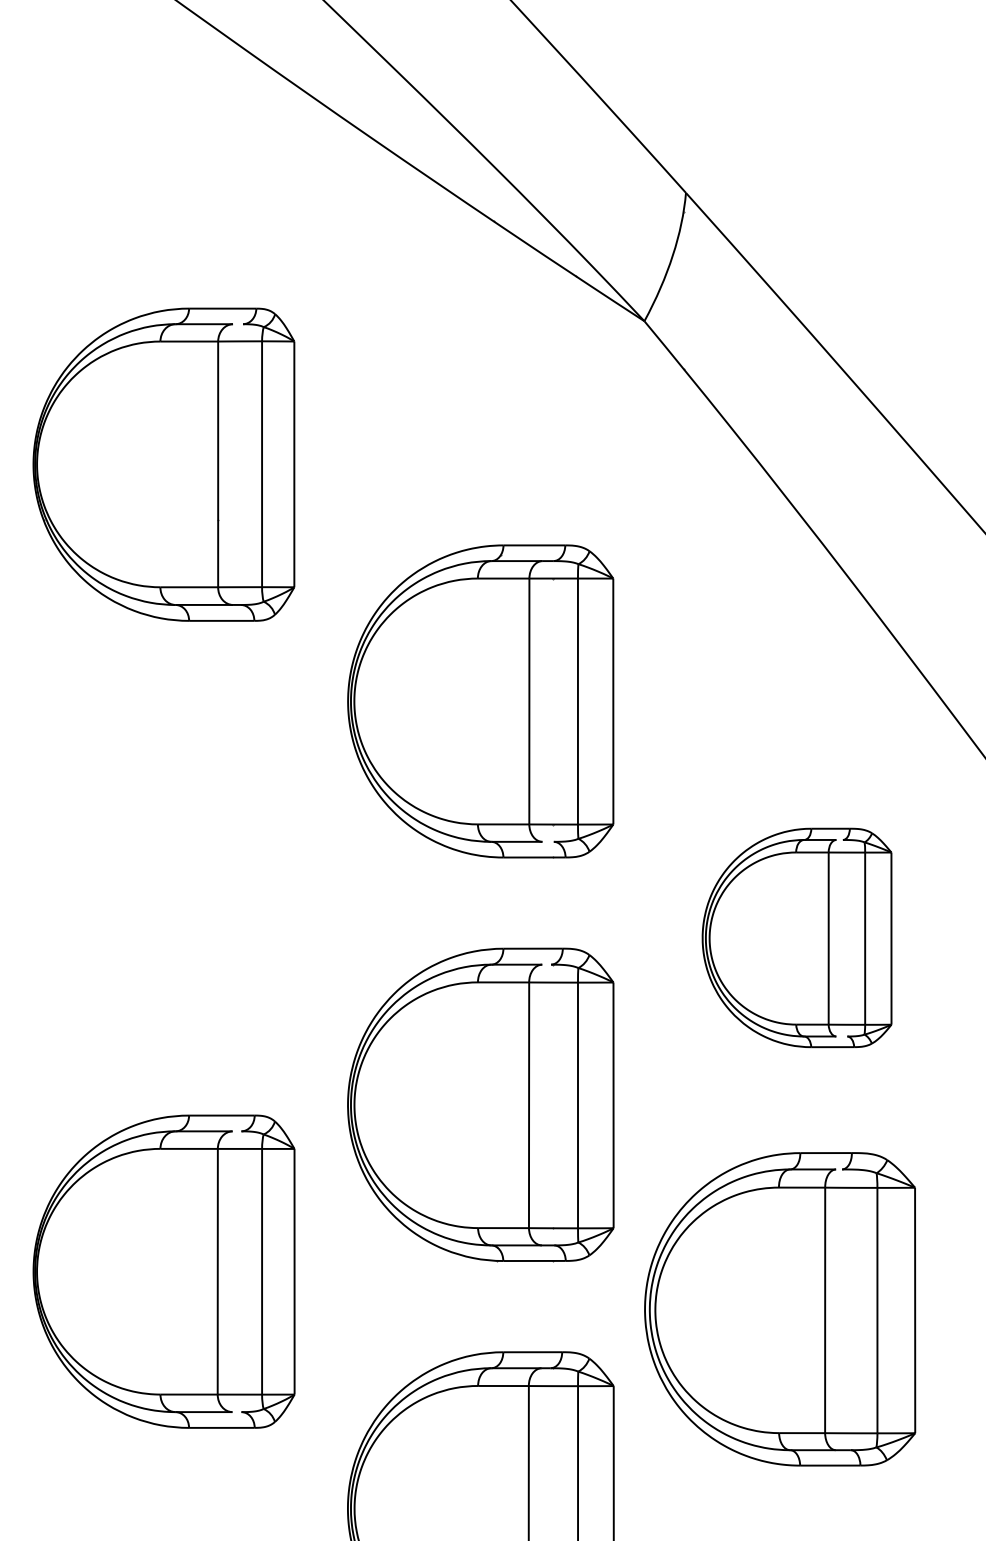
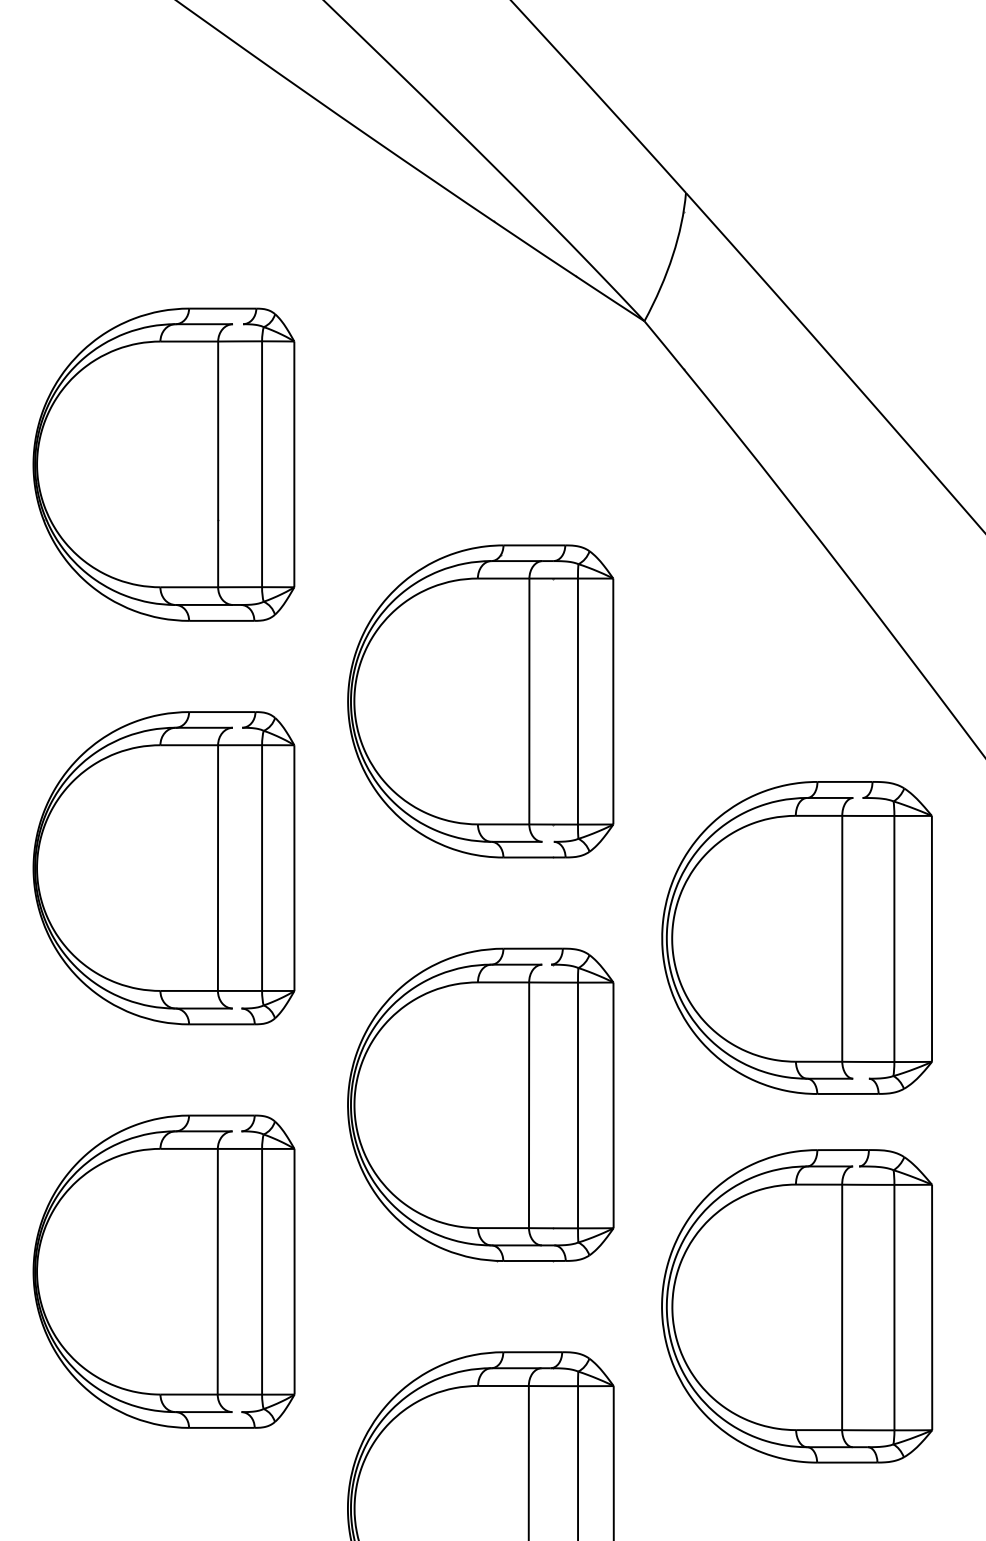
part at (163, 868): none -> present
part at (796, 937) size: 192x222 px -> 272x314 px
part at (780, 1309) position: (780, 1309) -> (797, 1306)
